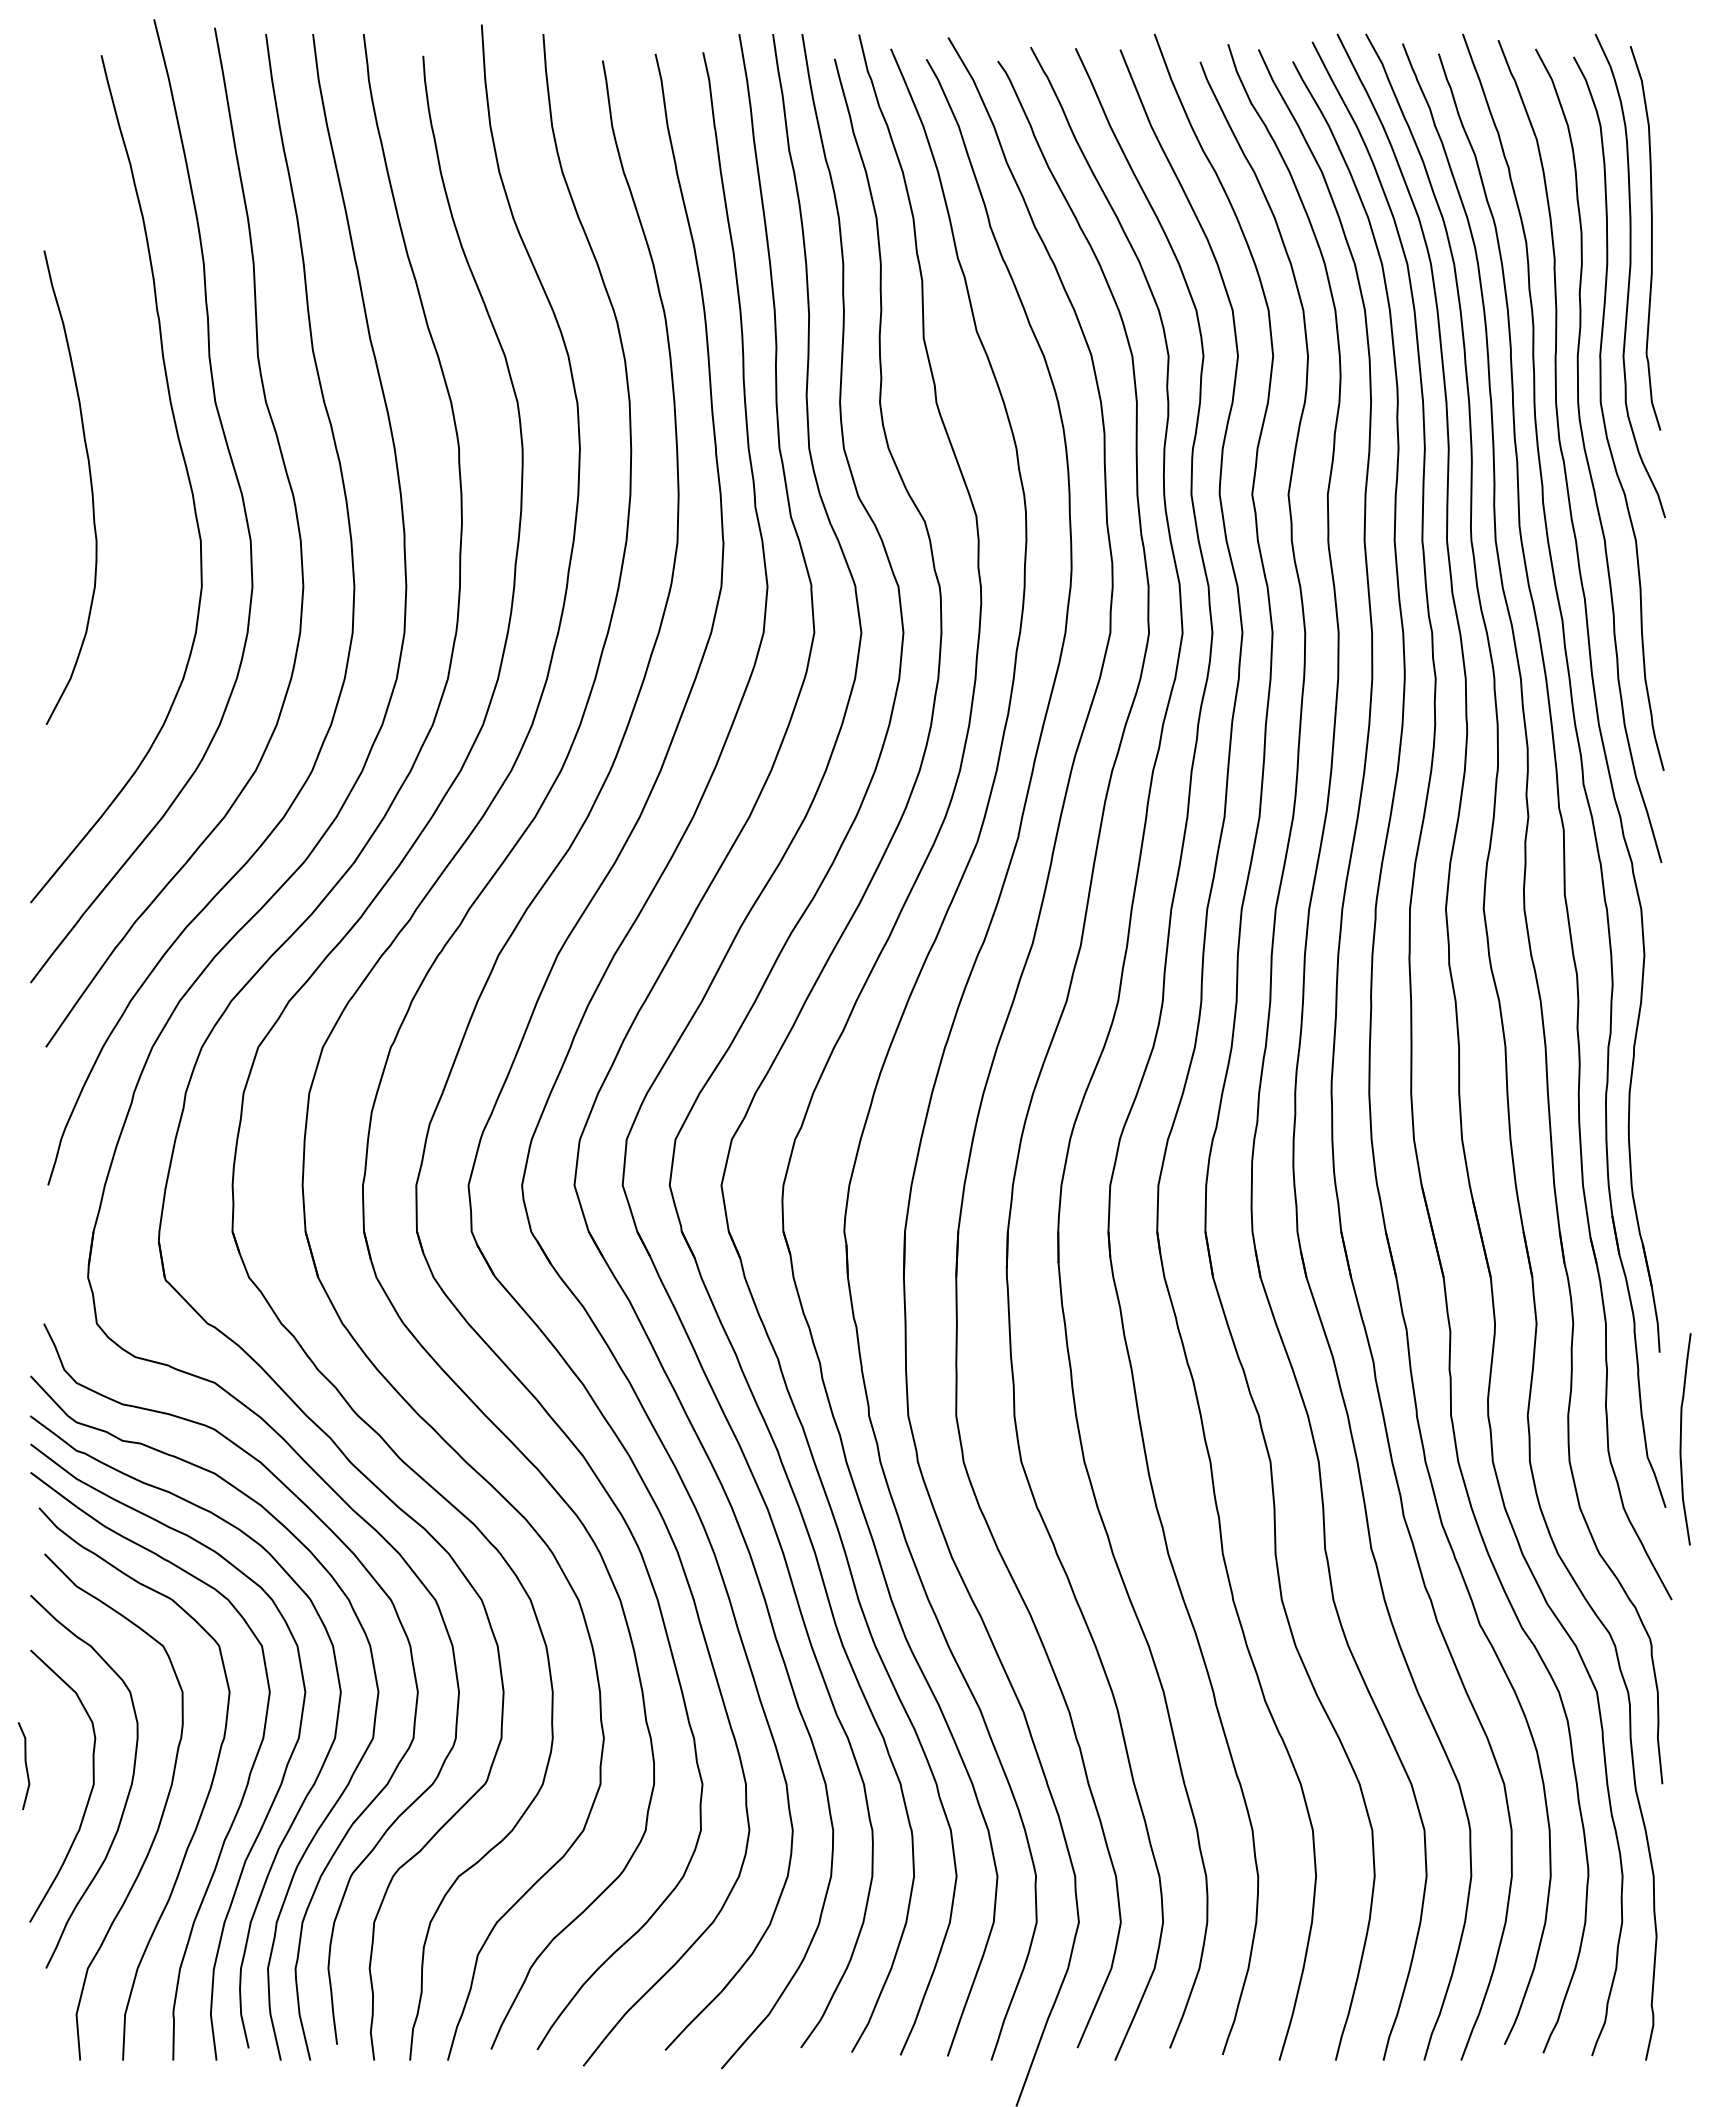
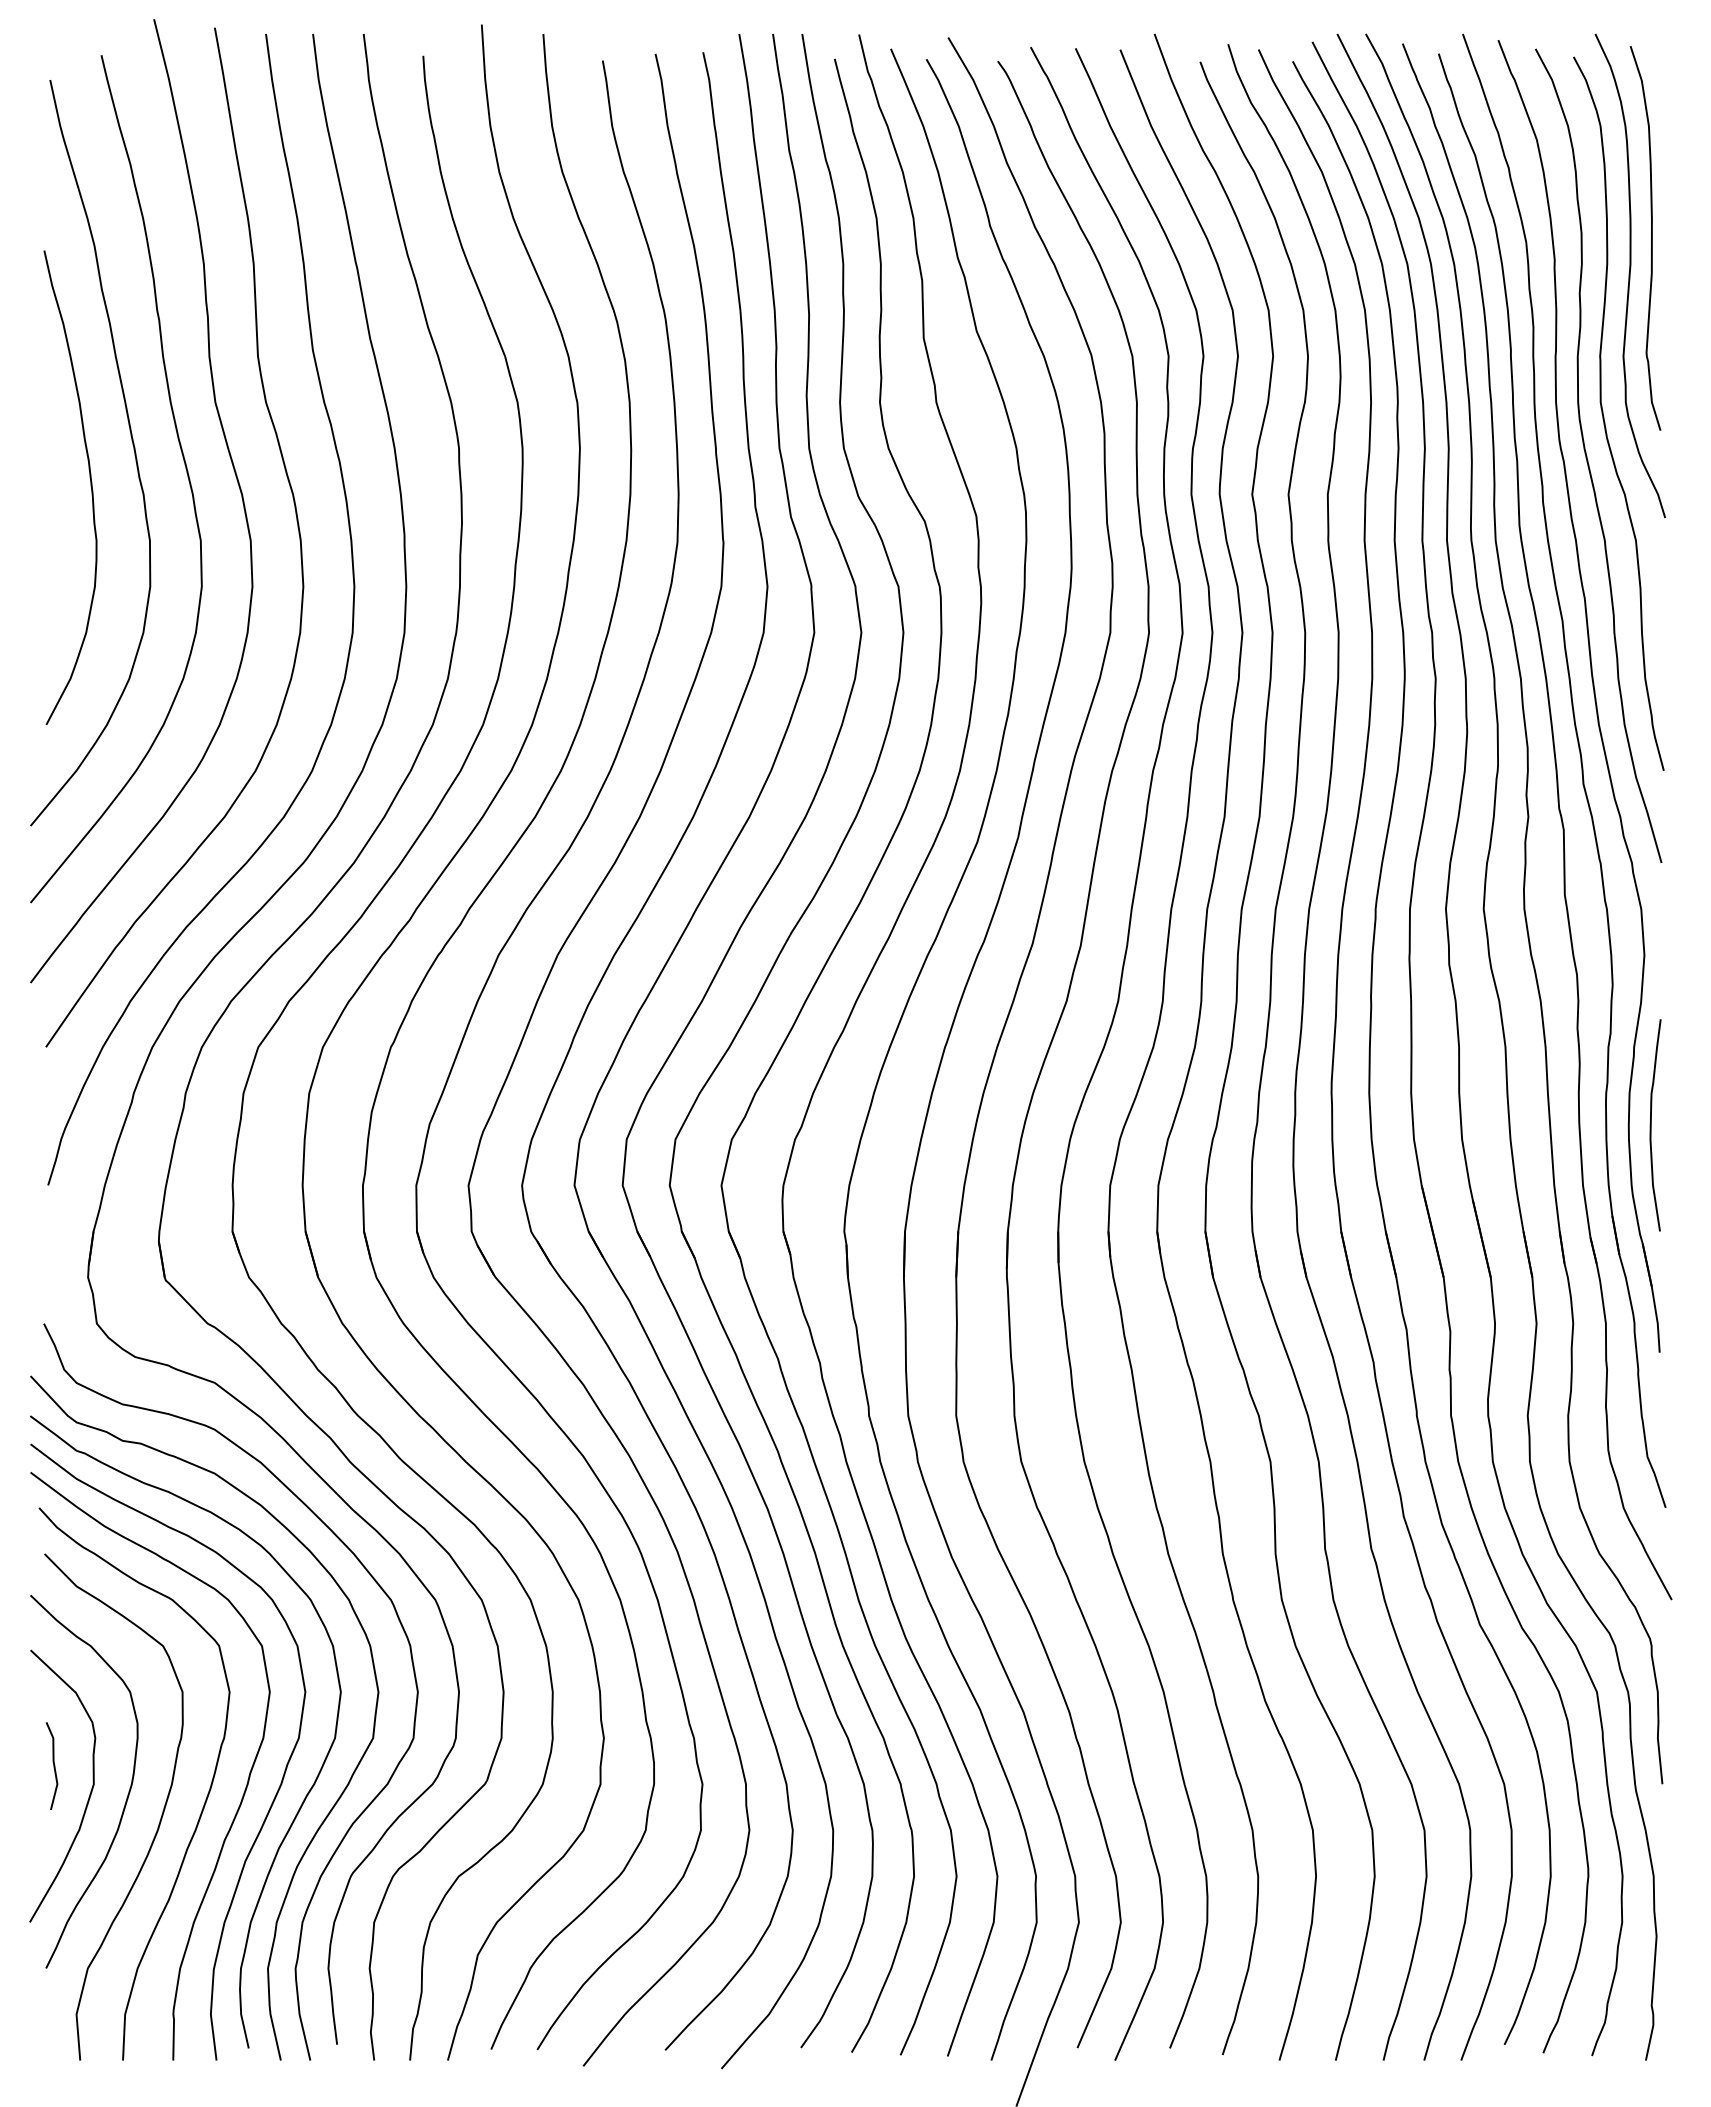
curve at (132, 445): none -> present
curve at (1681, 1439) position: (1681, 1439) -> (1651, 1125)
line at (25, 1766) position: (25, 1766) -> (53, 1766)
